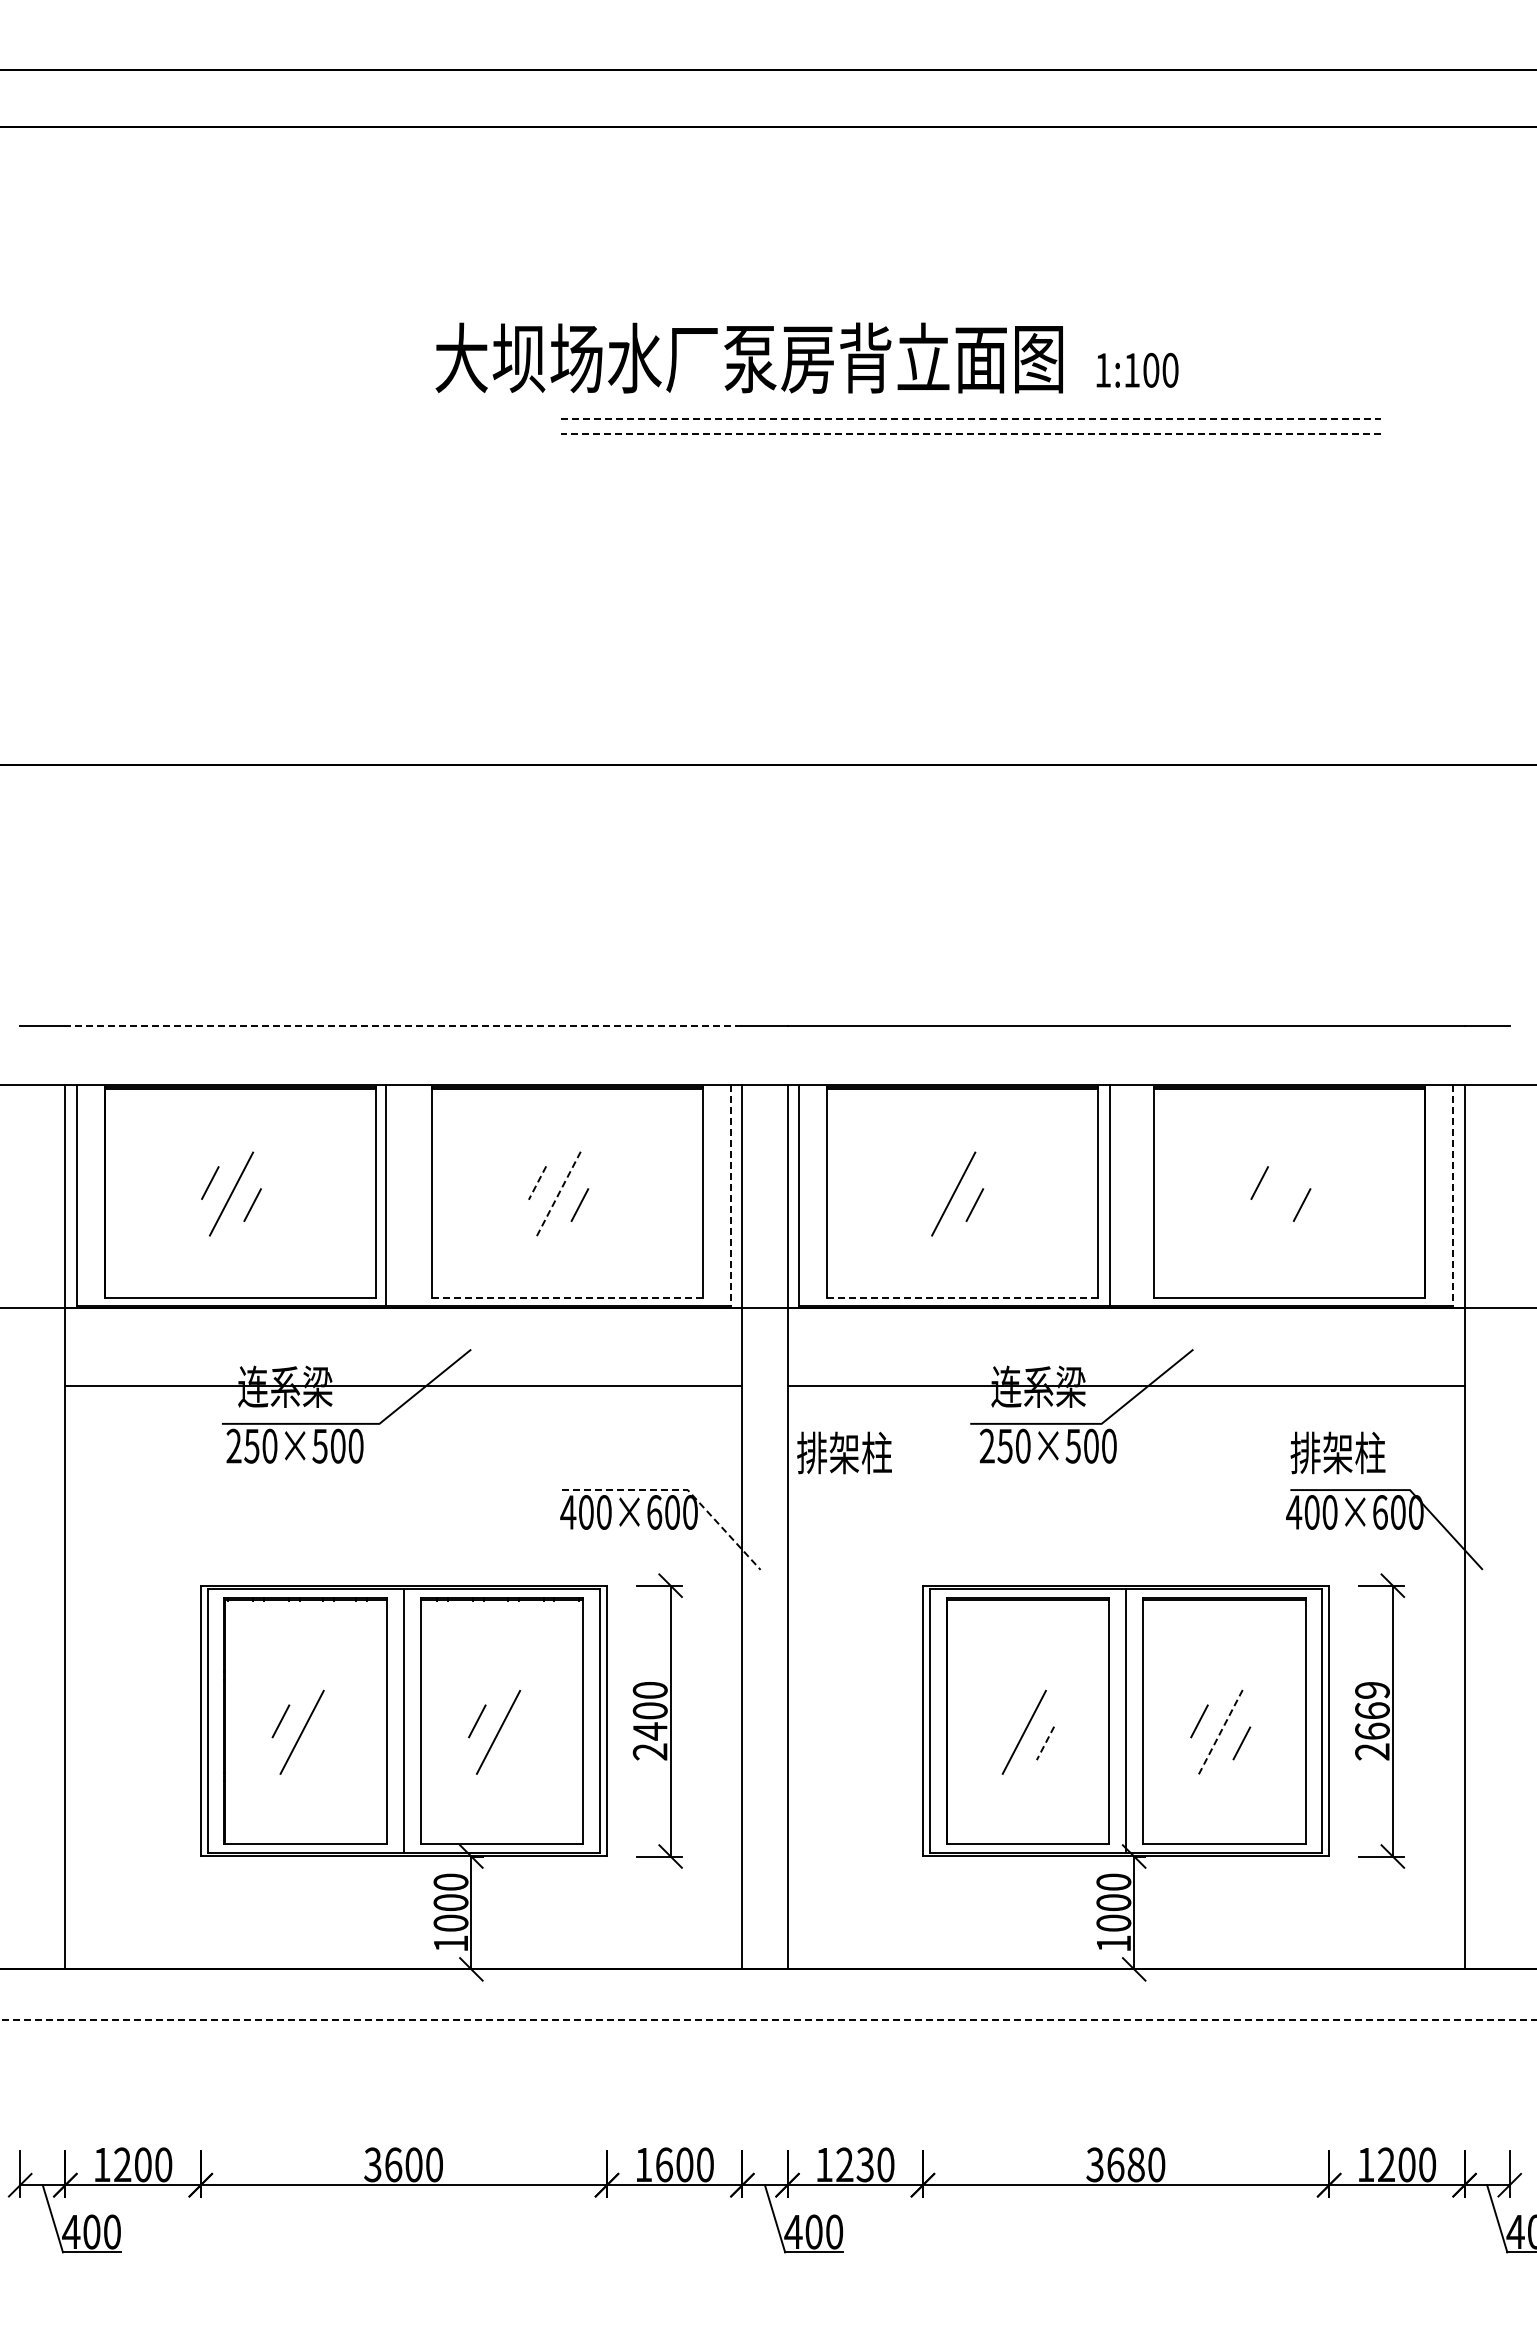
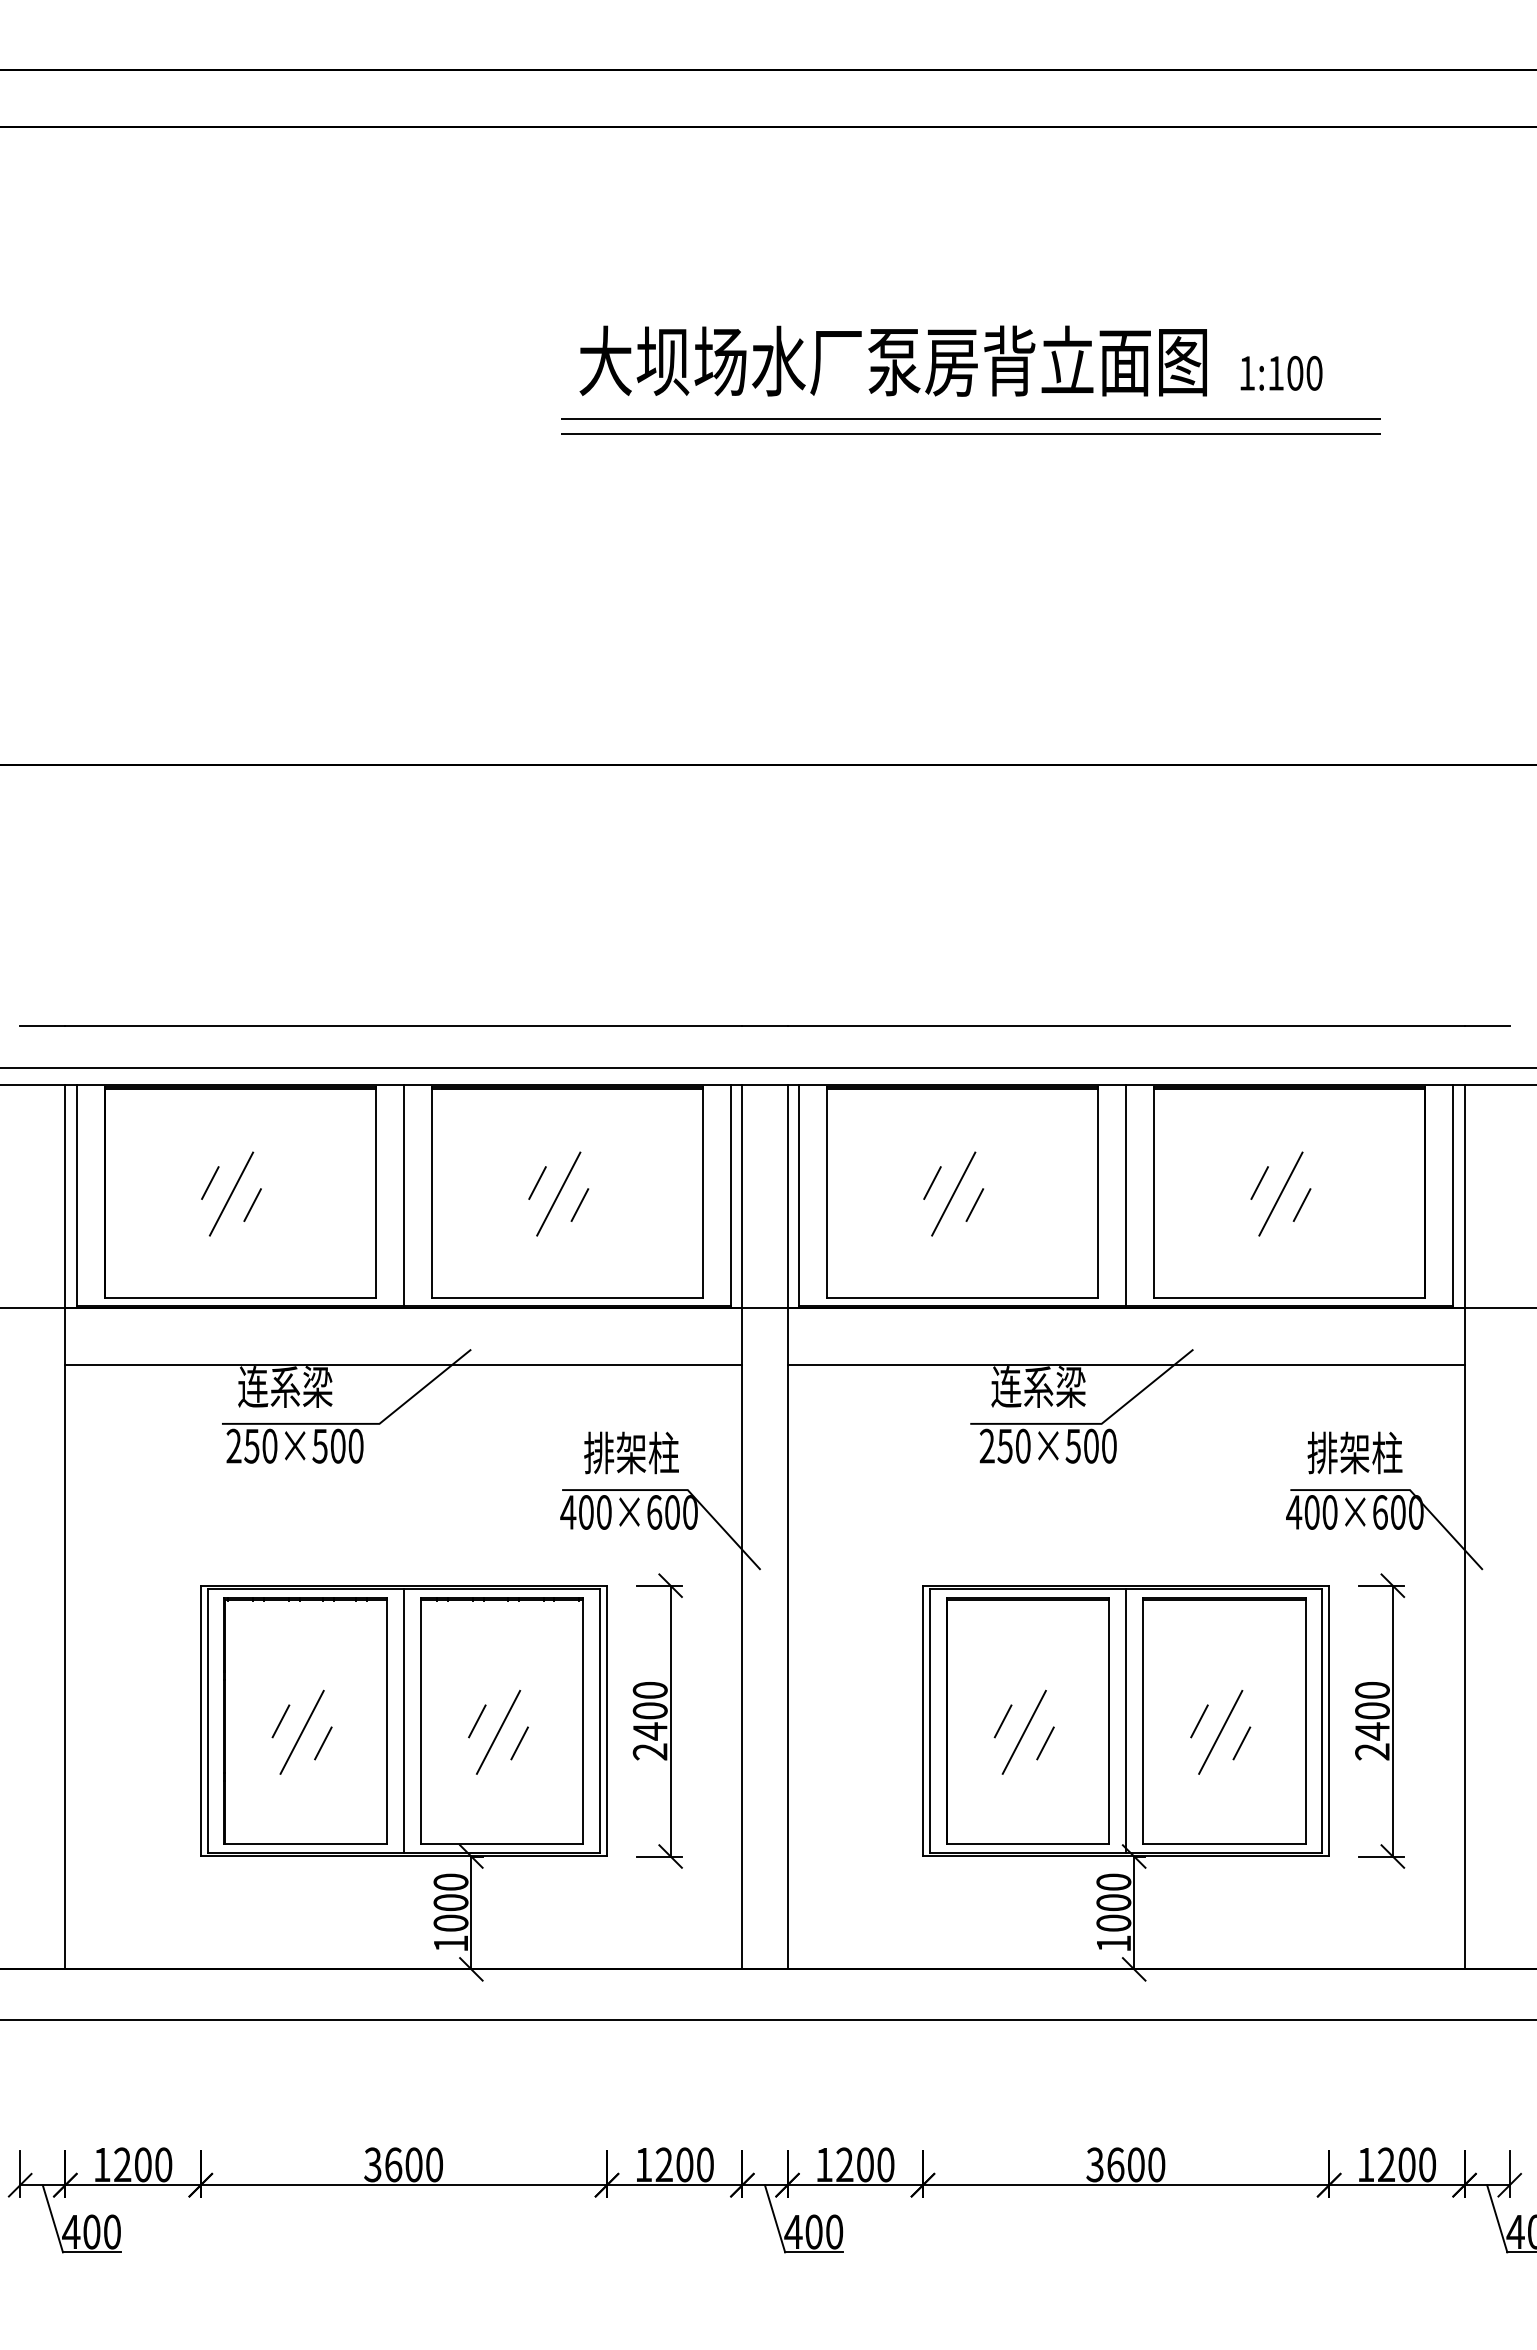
text at (806, 357) position: (806, 357) -> (950, 360)
line at (970, 419): dashed -> solid
line at (971, 434): dashed -> solid
line at (403, 1025): dashed -> solid
line at (767, 1067): none -> present
line at (932, 1182): none -> present
line at (537, 1183): dashed -> solid
line at (1280, 1193): none -> present
line at (385, 1194) position: (385, 1194) -> (403, 1194)
line at (558, 1194): dashed -> solid
line at (1110, 1194) position: (1110, 1194) -> (1126, 1194)
line at (731, 1195): dashed -> solid
line at (1453, 1195): dashed -> solid
line at (567, 1297): dashed -> solid
line at (961, 1297): dashed -> solid
line at (403, 1385) position: (403, 1385) -> (403, 1364)
line at (1125, 1385) position: (1125, 1385) -> (1125, 1364)
text at (844, 1452) position: (844, 1452) -> (631, 1452)
text at (1337, 1452) position: (1337, 1452) -> (1354, 1452)
line at (679, 1490): dashed -> solid
text at (1372, 1711): 2669 -> 2400
line at (1002, 1721): none -> present
line at (1220, 1732): dashed -> solid
line at (323, 1743): none -> present
line at (519, 1743): none -> present
line at (1045, 1743): dashed -> solid
line at (769, 2020): dashed -> solid
text at (664, 2164): 1600 -> 1200
text at (864, 2164): 1230 -> 1200
text at (1135, 2164): 3680 -> 3600
